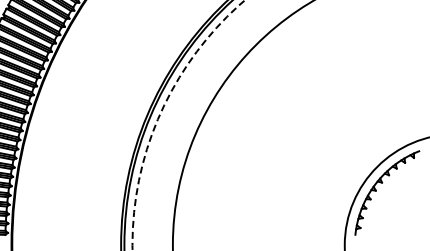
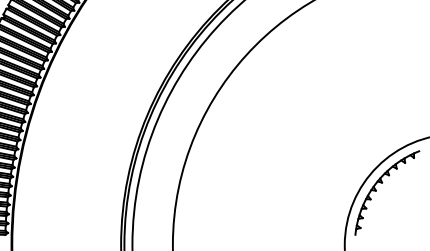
circle at (188, 125): dashed -> solid
